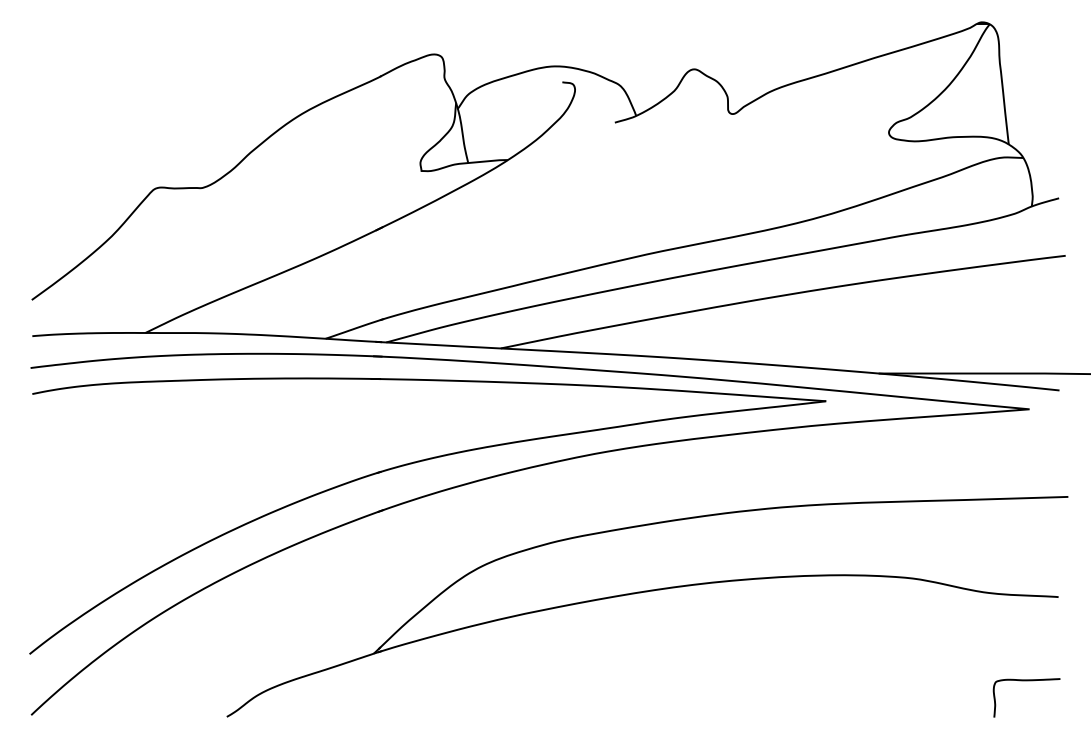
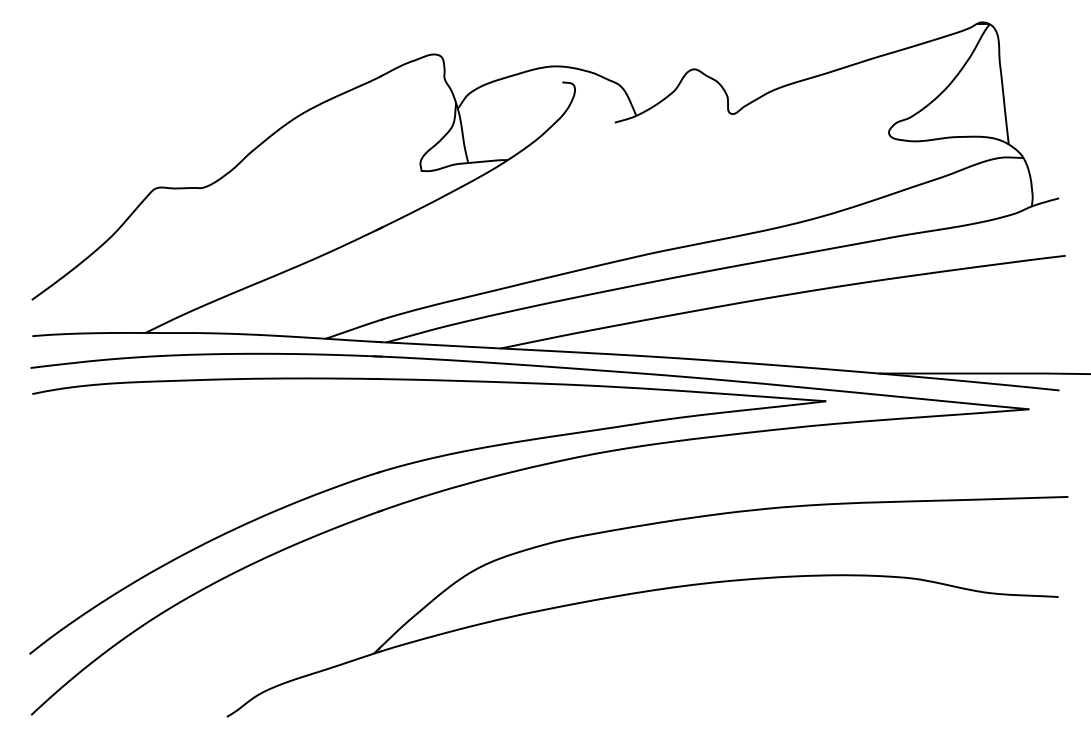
curve at (1026, 681): present -> none
